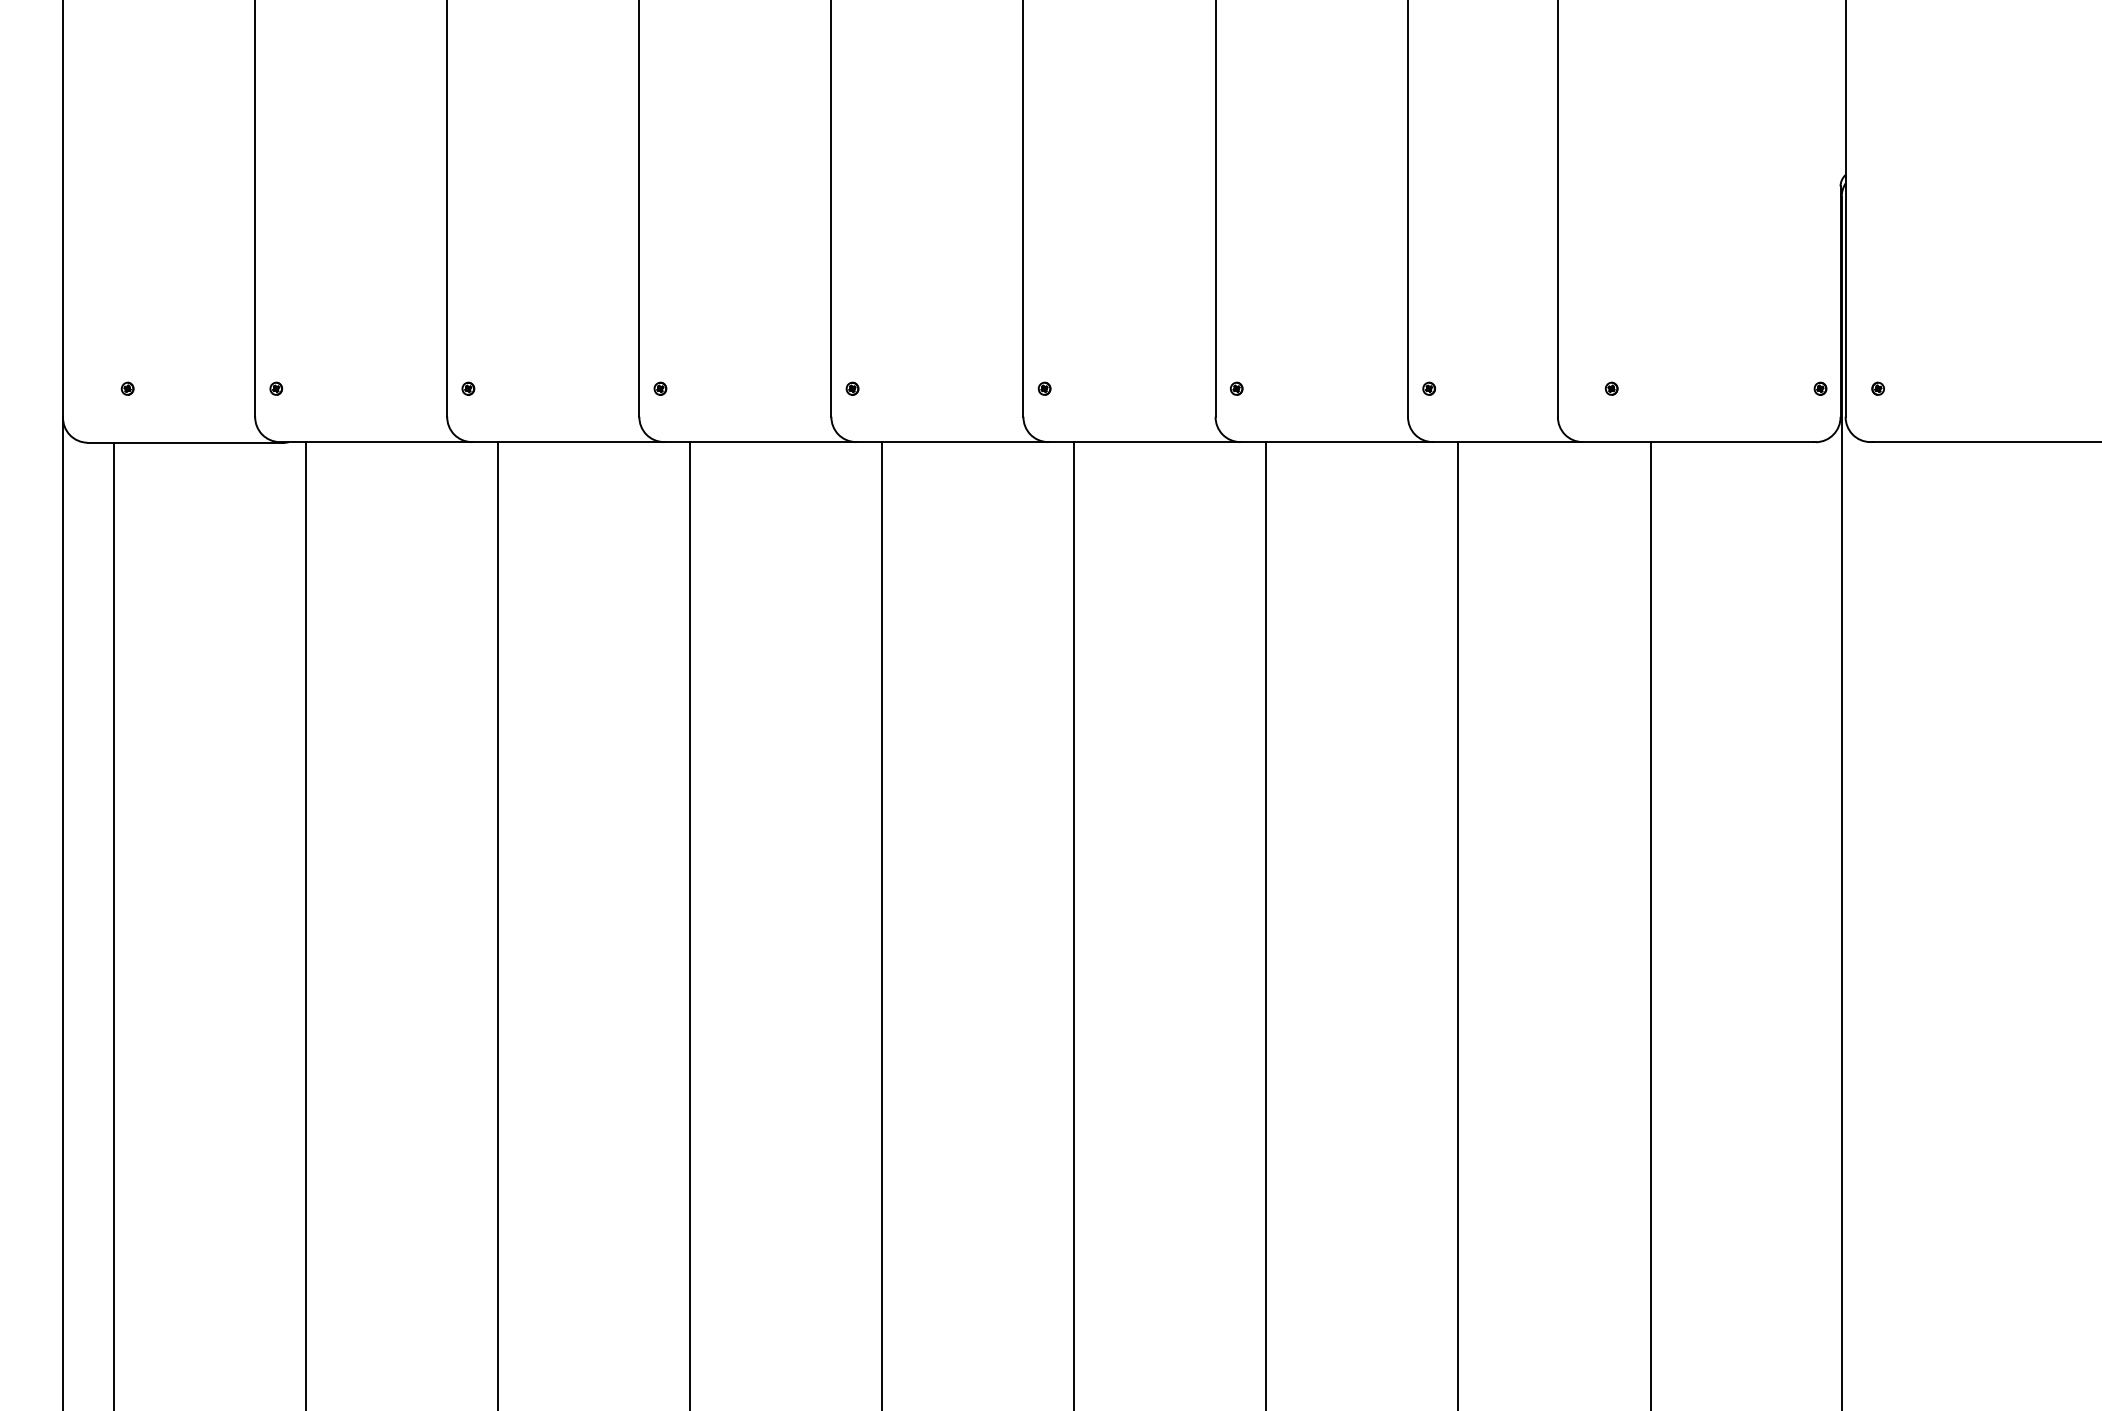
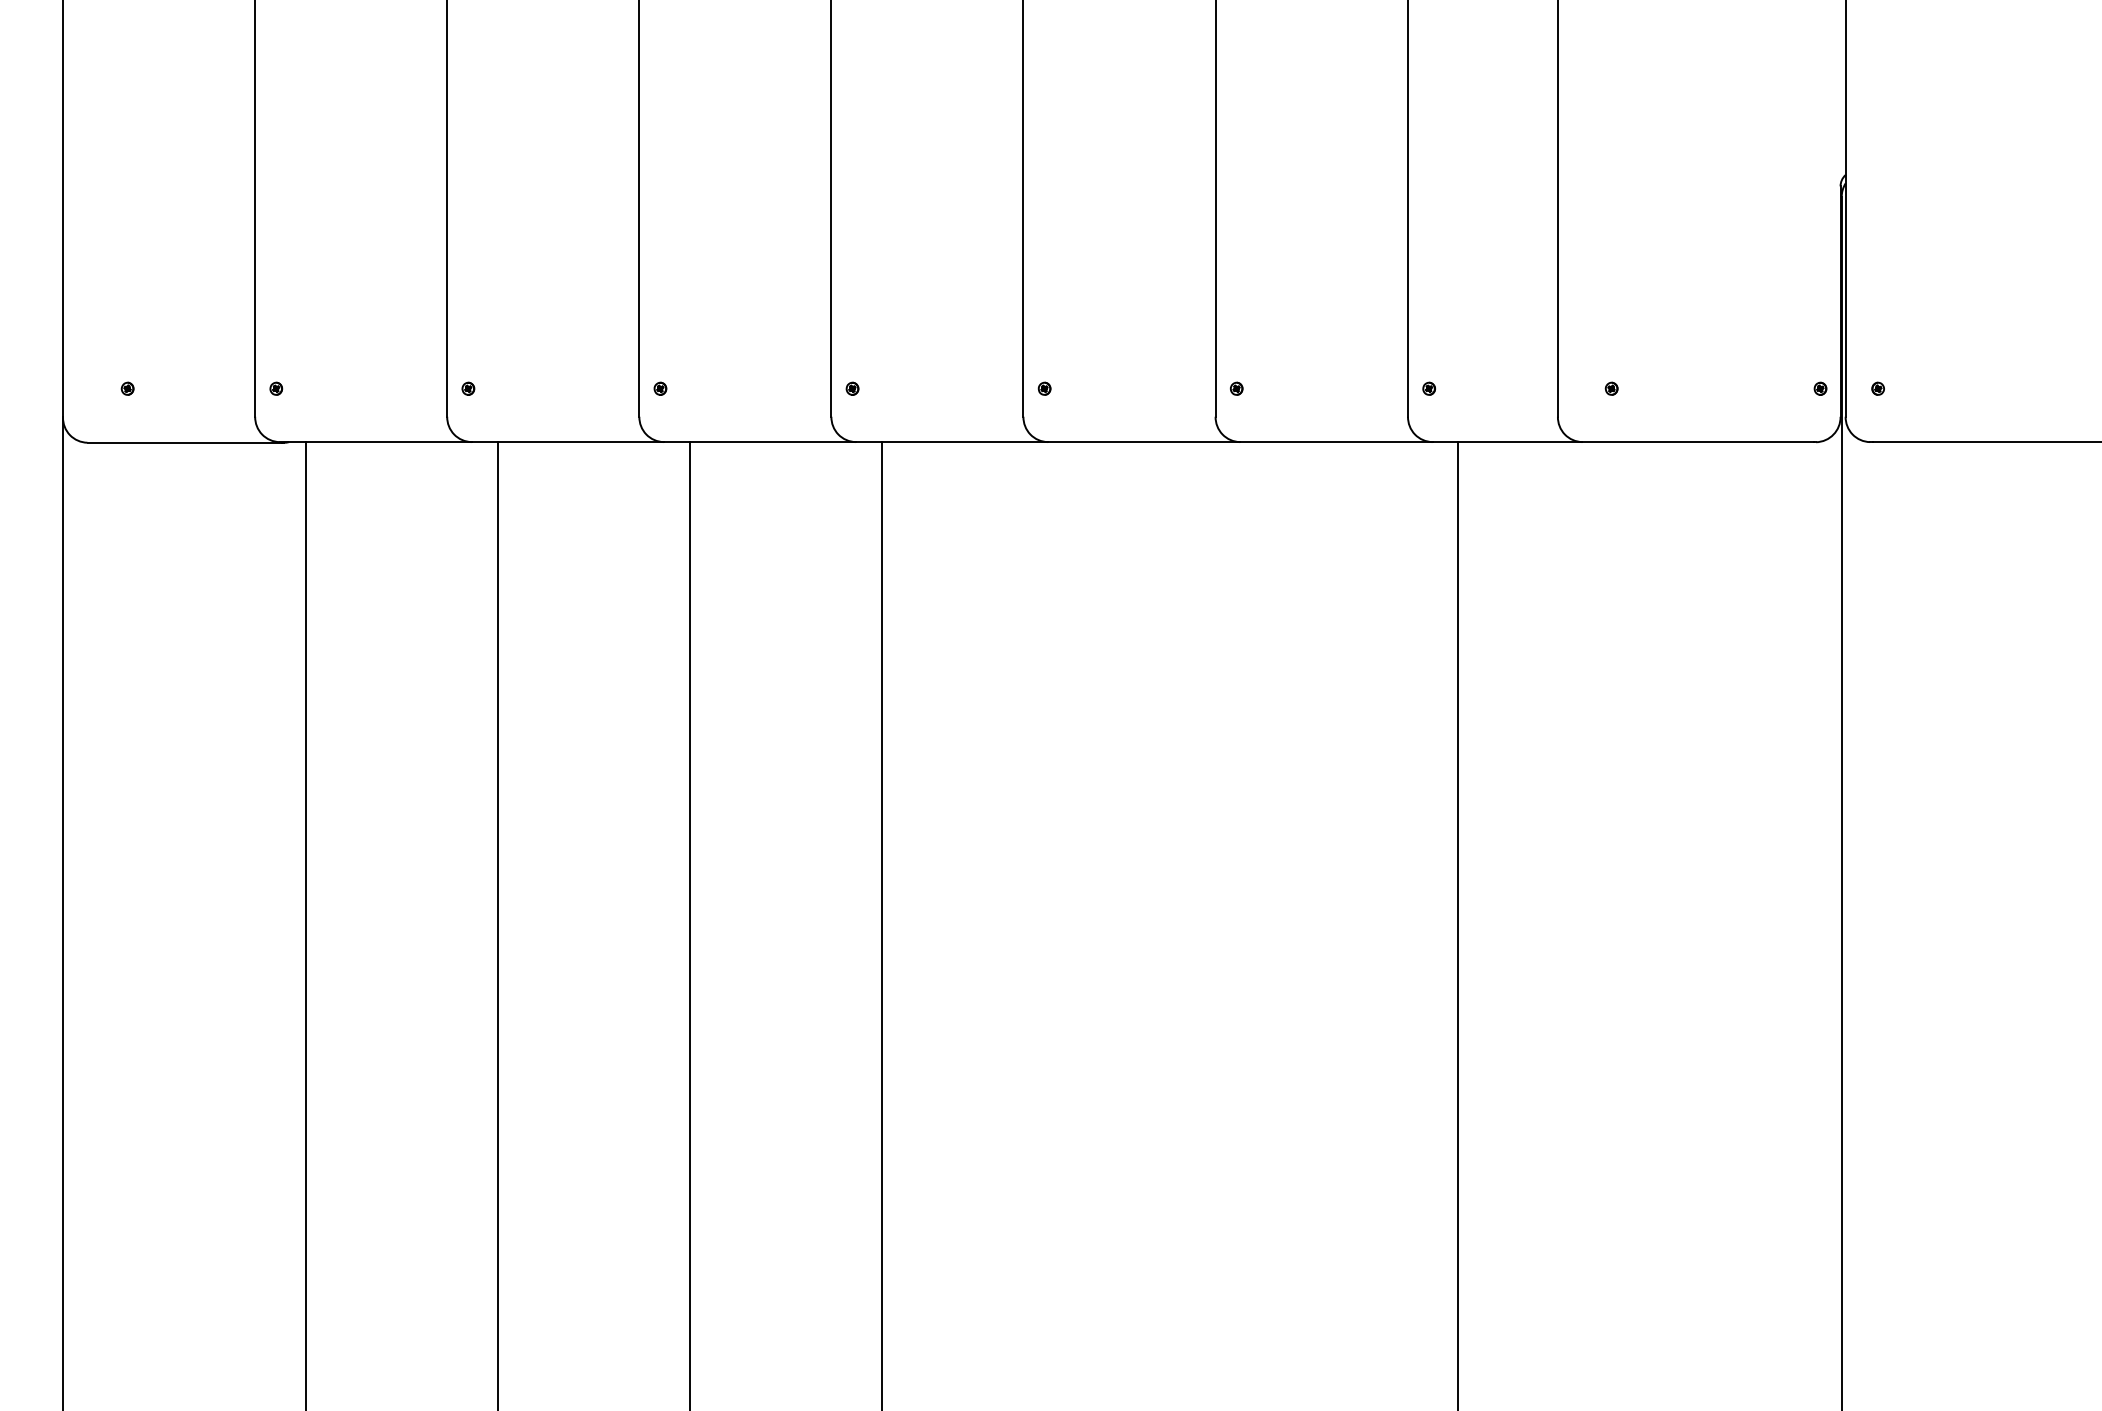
line at (113, 924): present -> none
line at (1073, 924): present -> none
line at (1266, 924): present -> none
line at (1650, 924): present -> none
